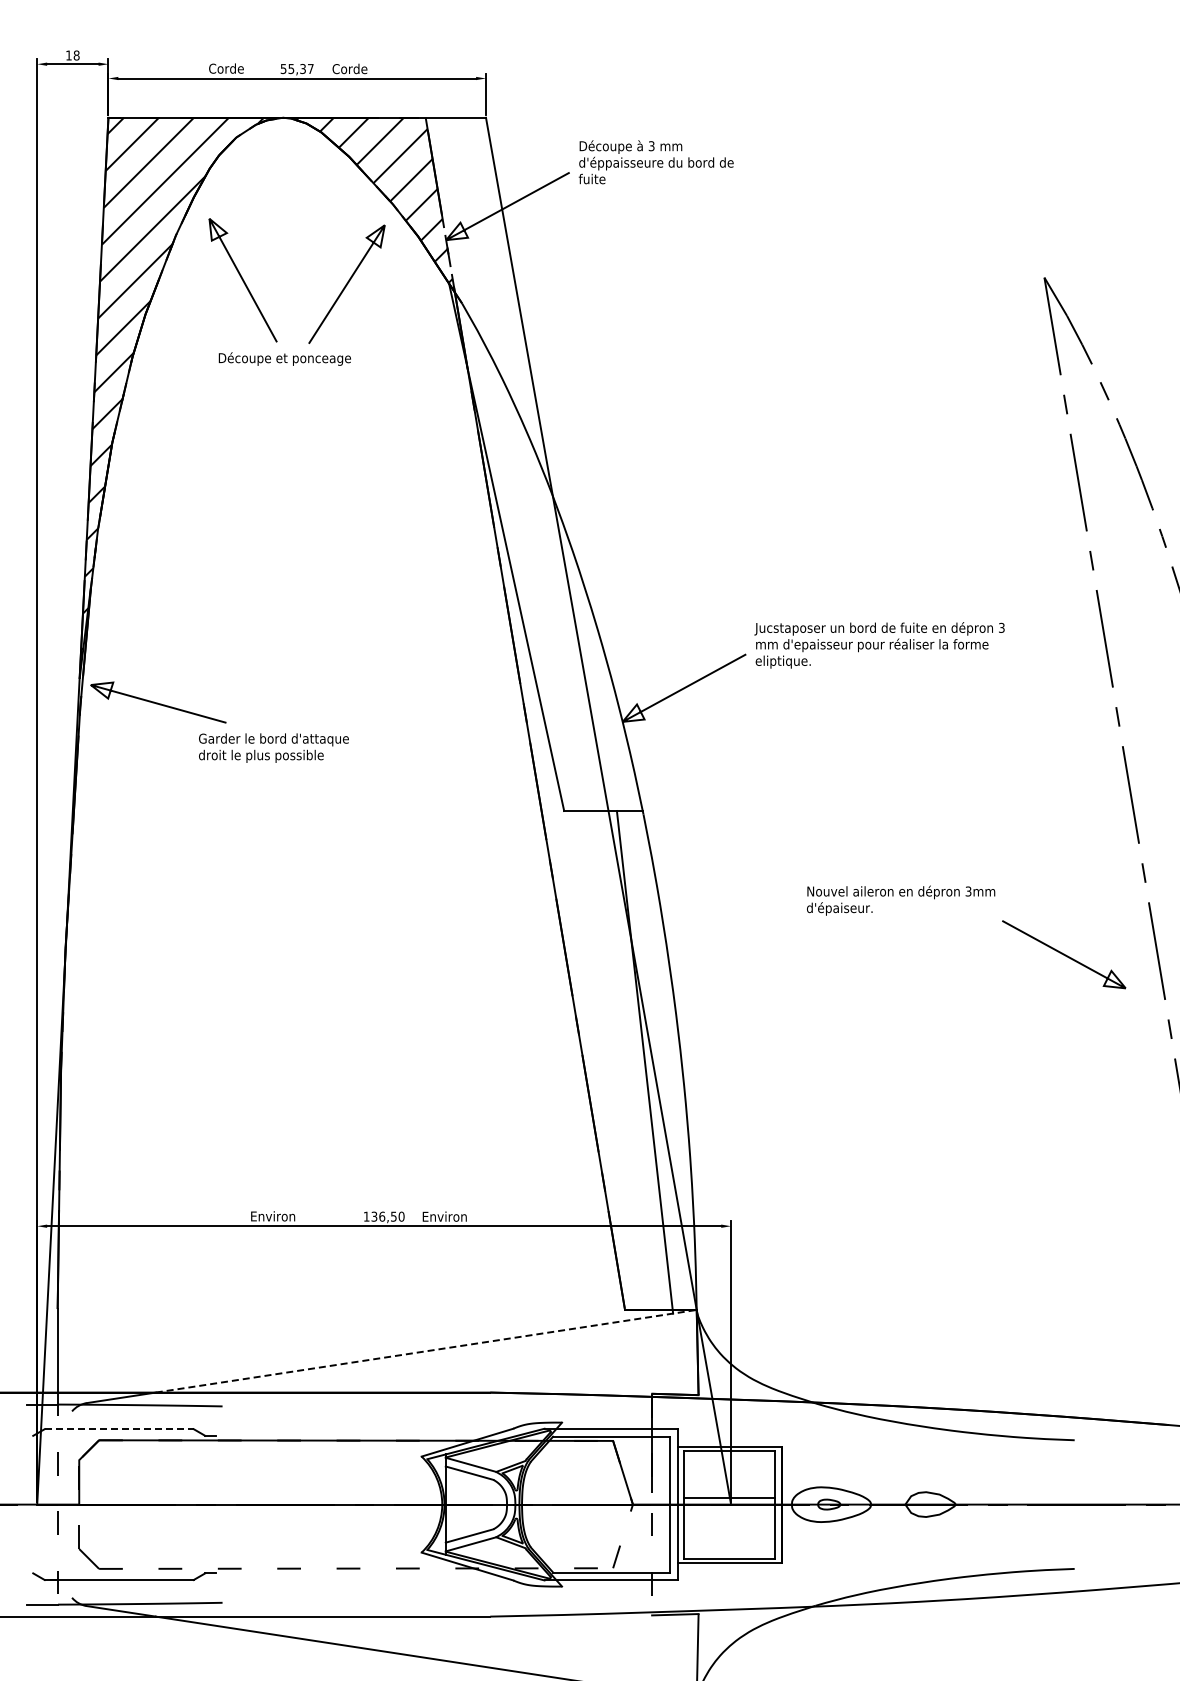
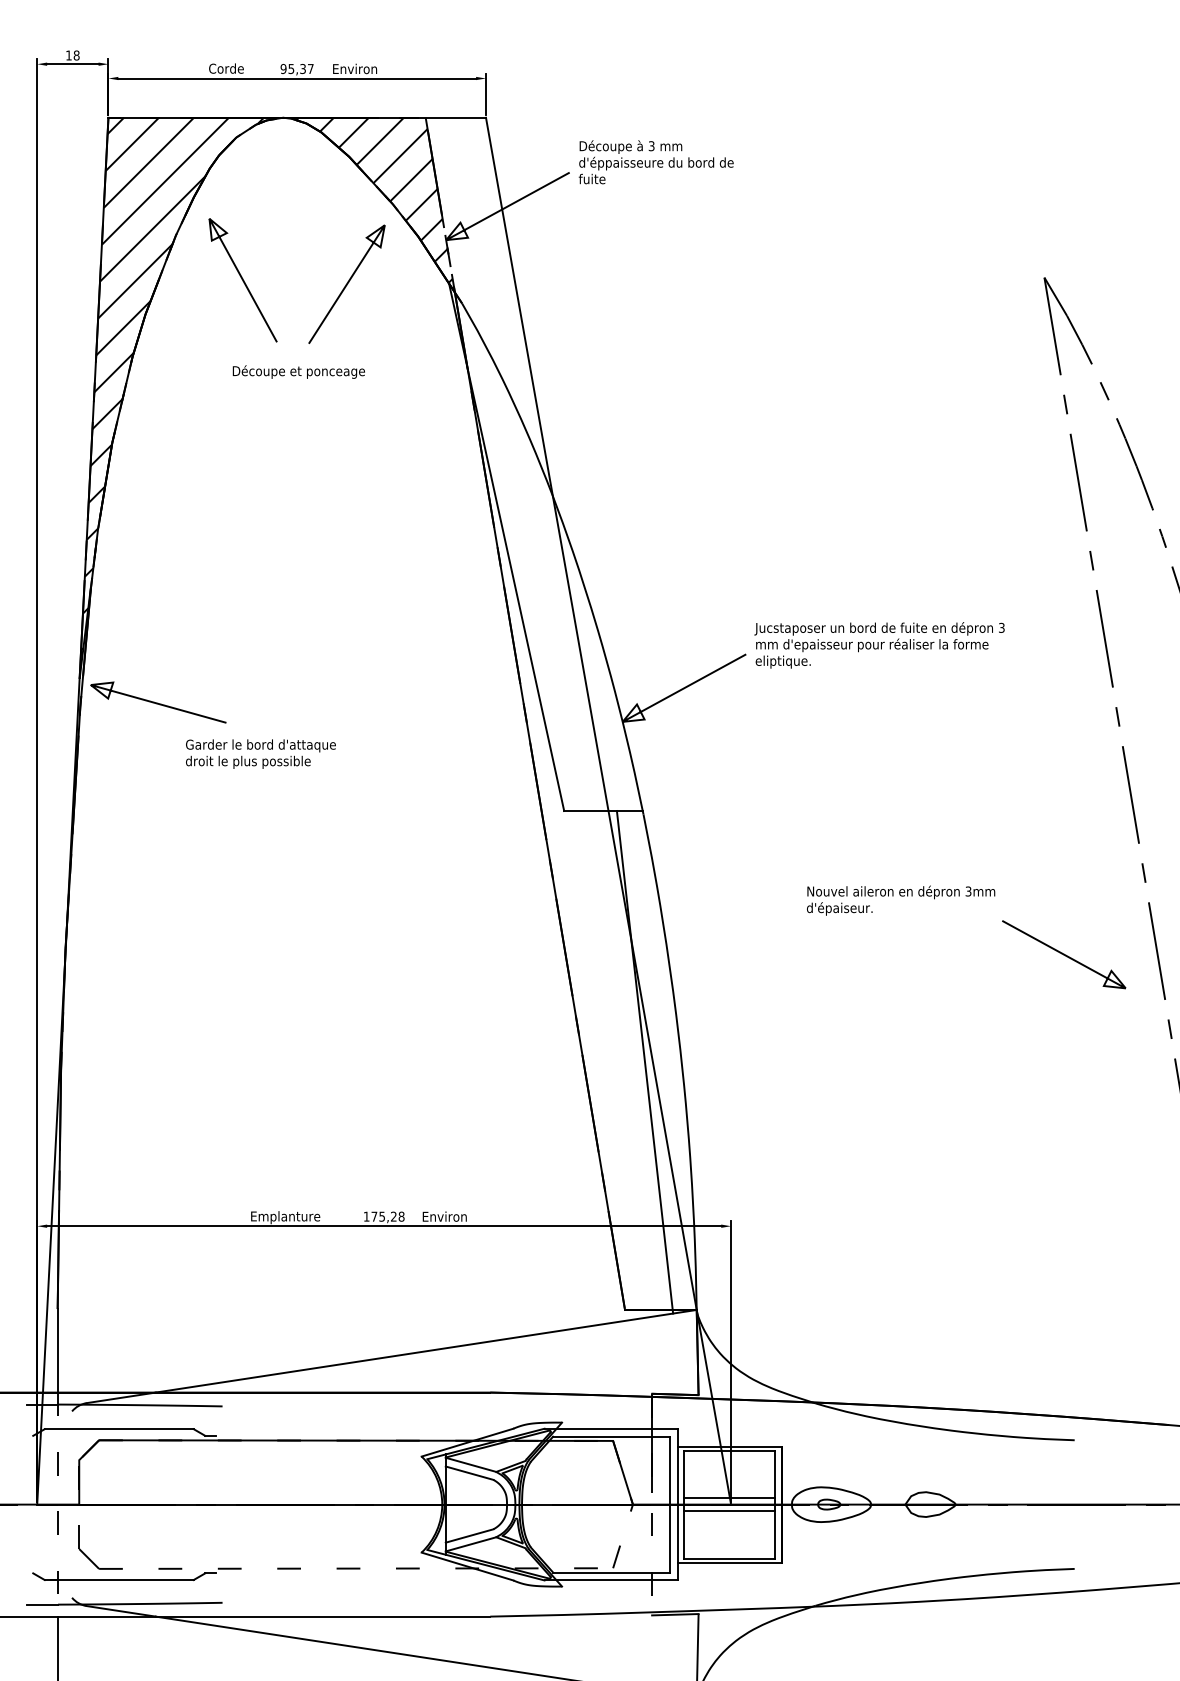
text at (283, 68): 55,37 -> 95,37
text at (354, 68): Corde -> Environ
text at (284, 358) position: (284, 358) -> (298, 371)
text at (273, 747) position: (273, 747) -> (260, 753)
text at (387, 1216): 136,50 -> 175,28
text at (291, 1217): Environ -> Emplanture
line at (426, 1351): dashed -> solid
line at (119, 1429): dashed -> solid
line at (729, 1510): none -> present
line at (57, 1646): none -> present
